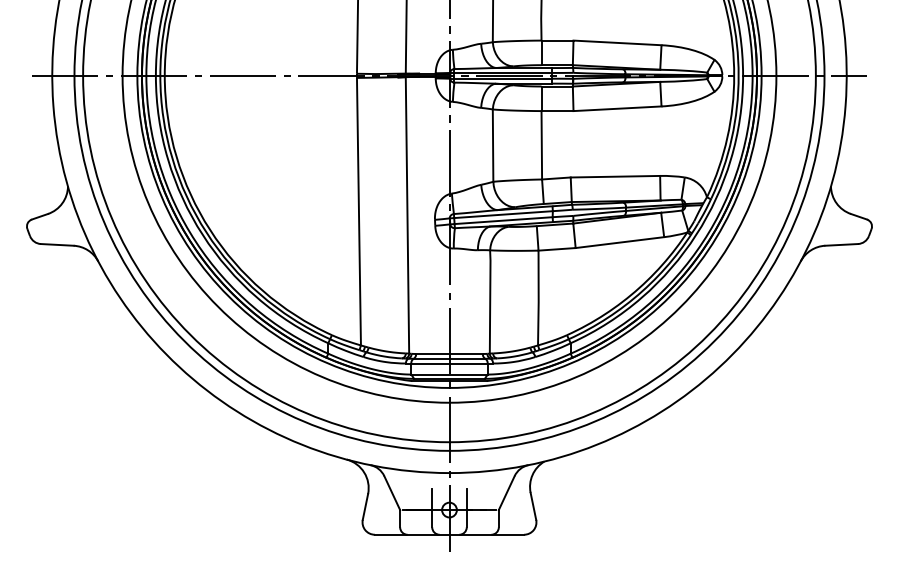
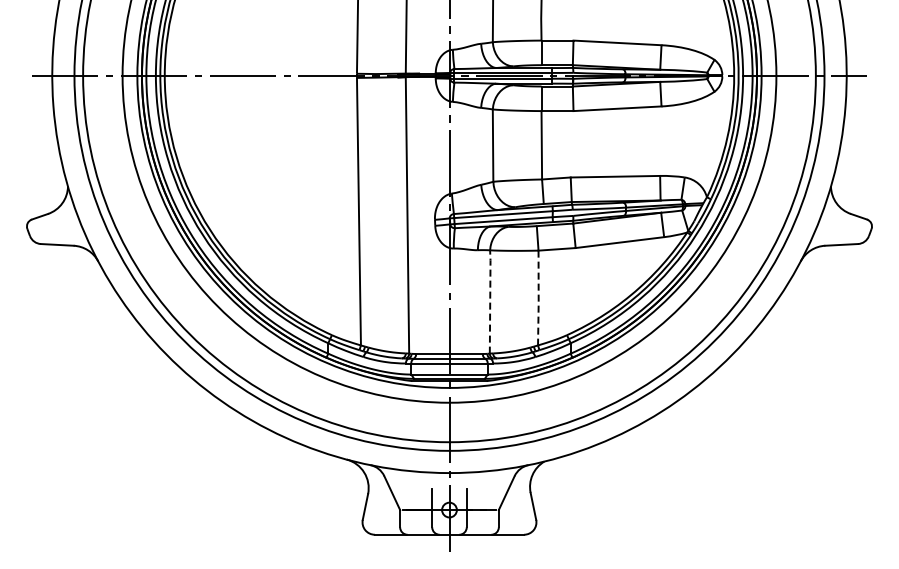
line at (538, 299): solid -> dashed
line at (490, 301): solid -> dashed
